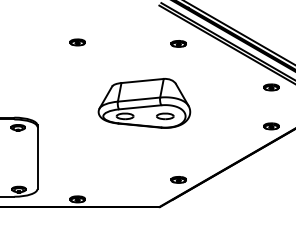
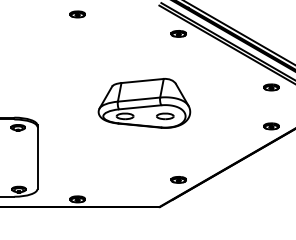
part at (77, 42) position: (77, 42) -> (77, 14)
part at (178, 43) position: (178, 43) -> (178, 33)
